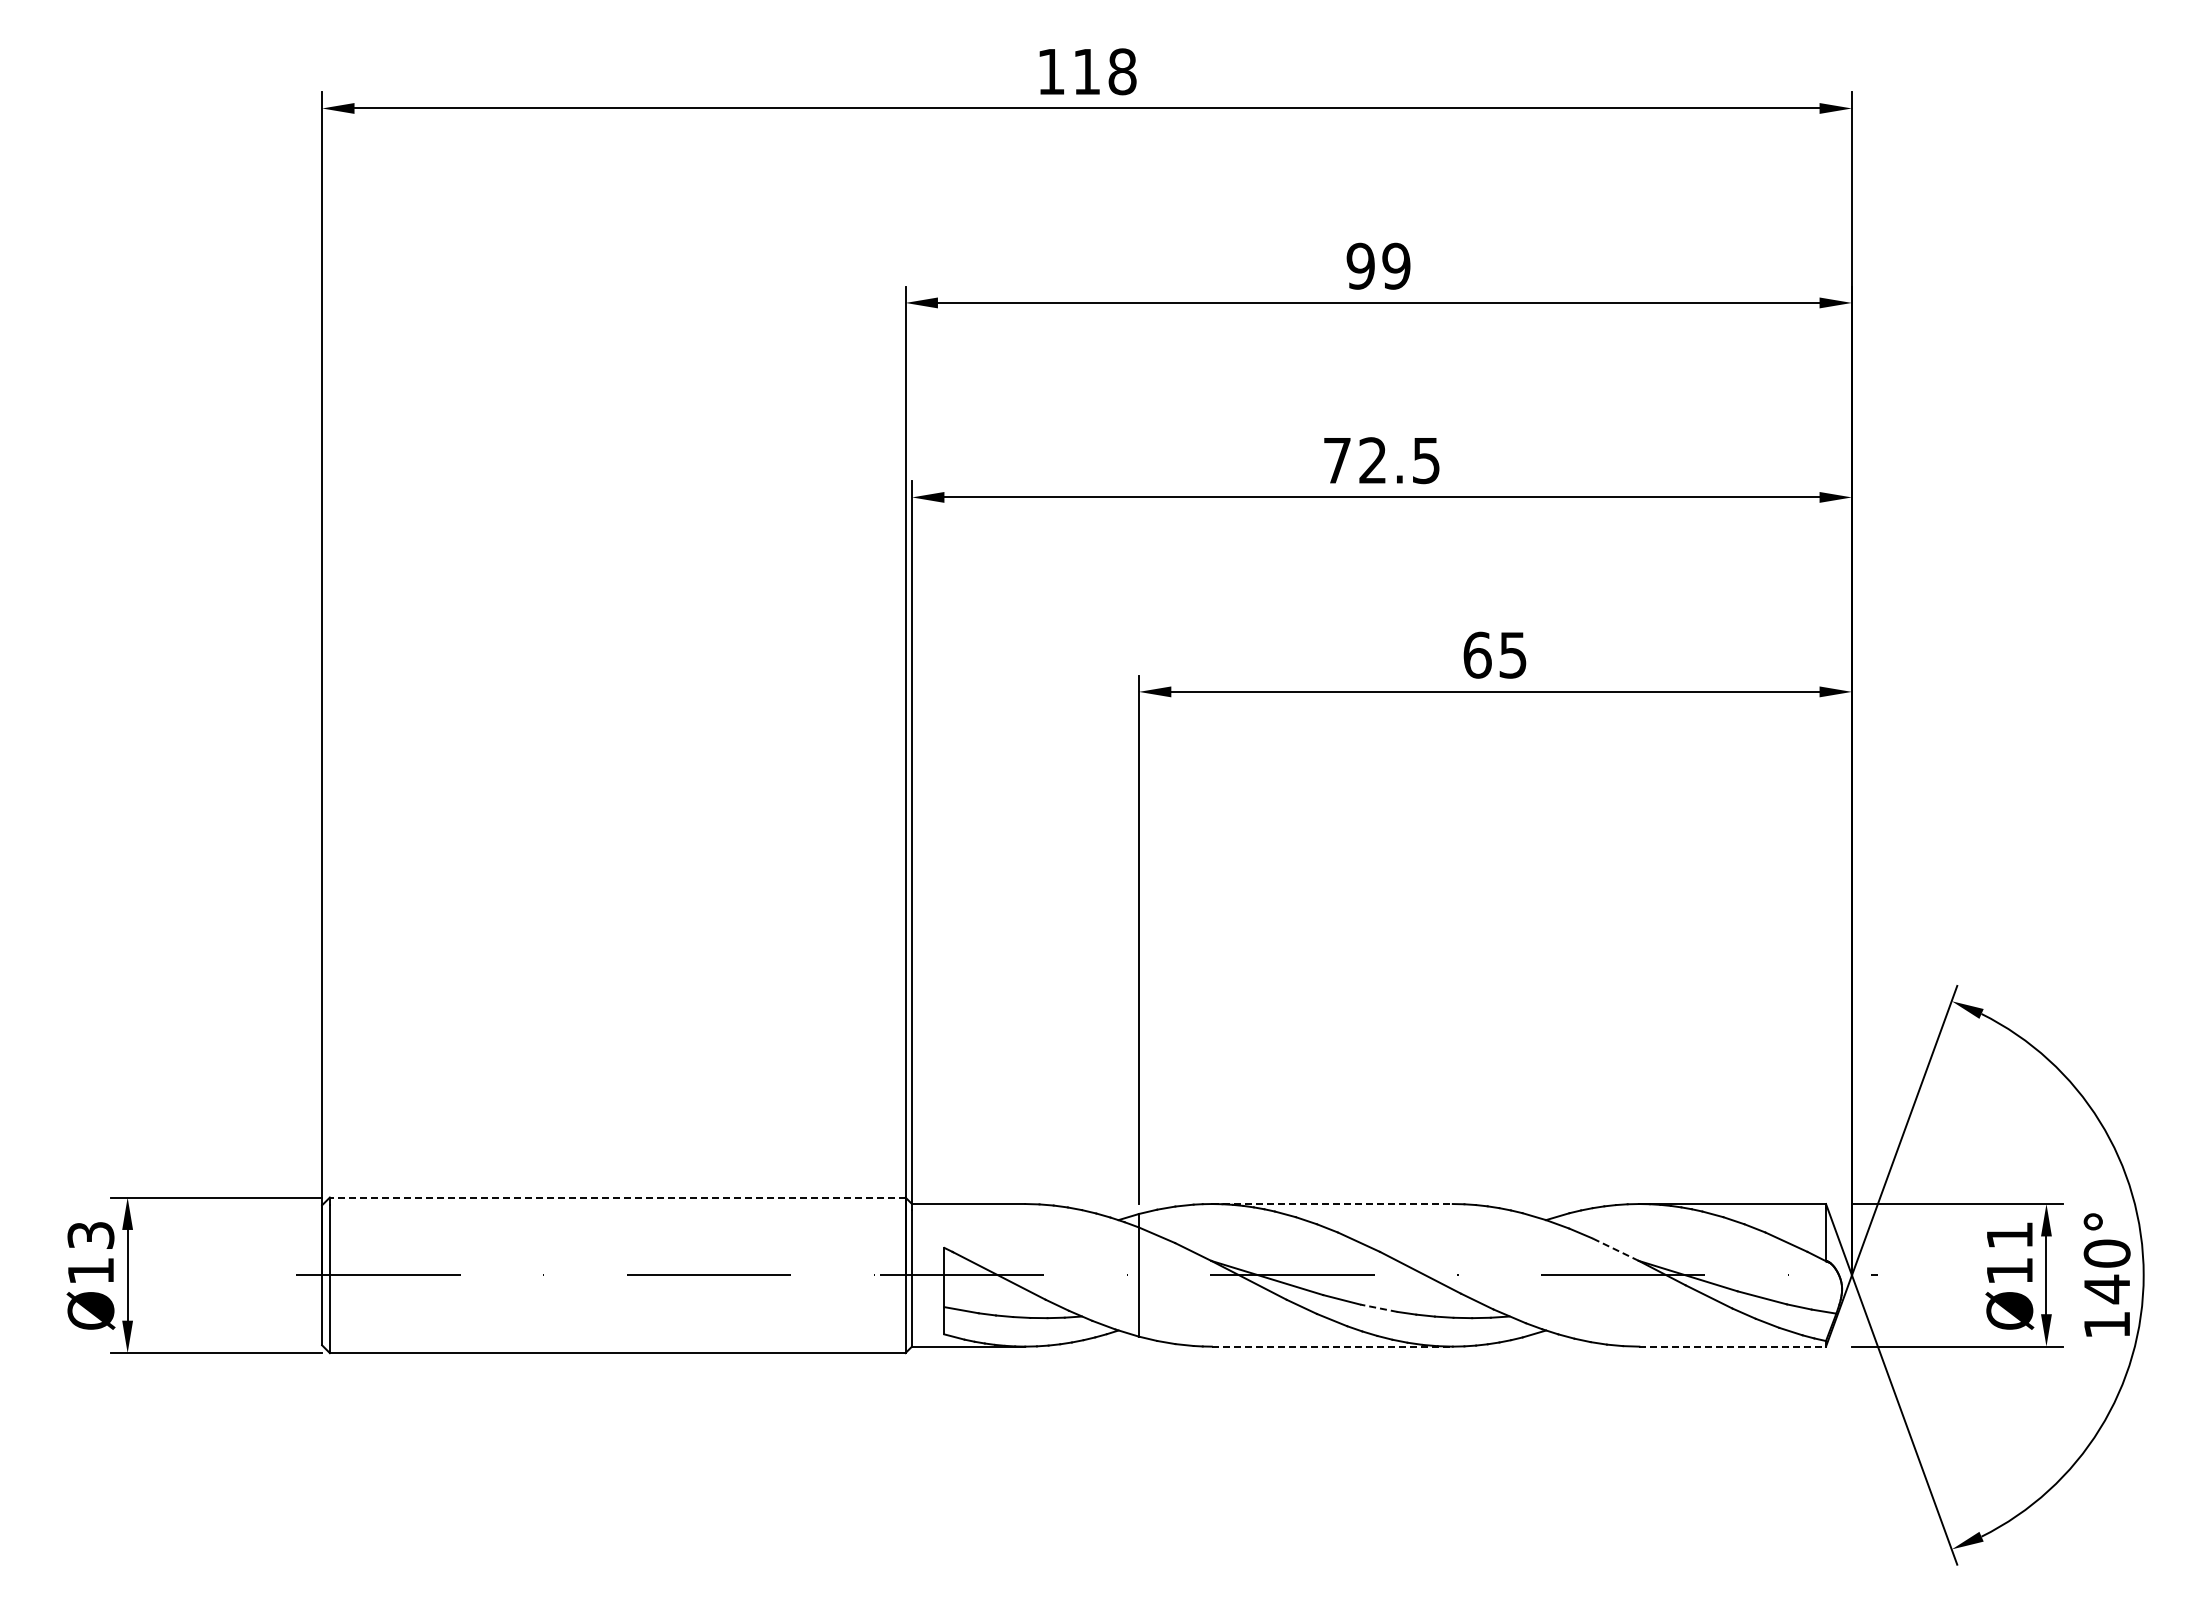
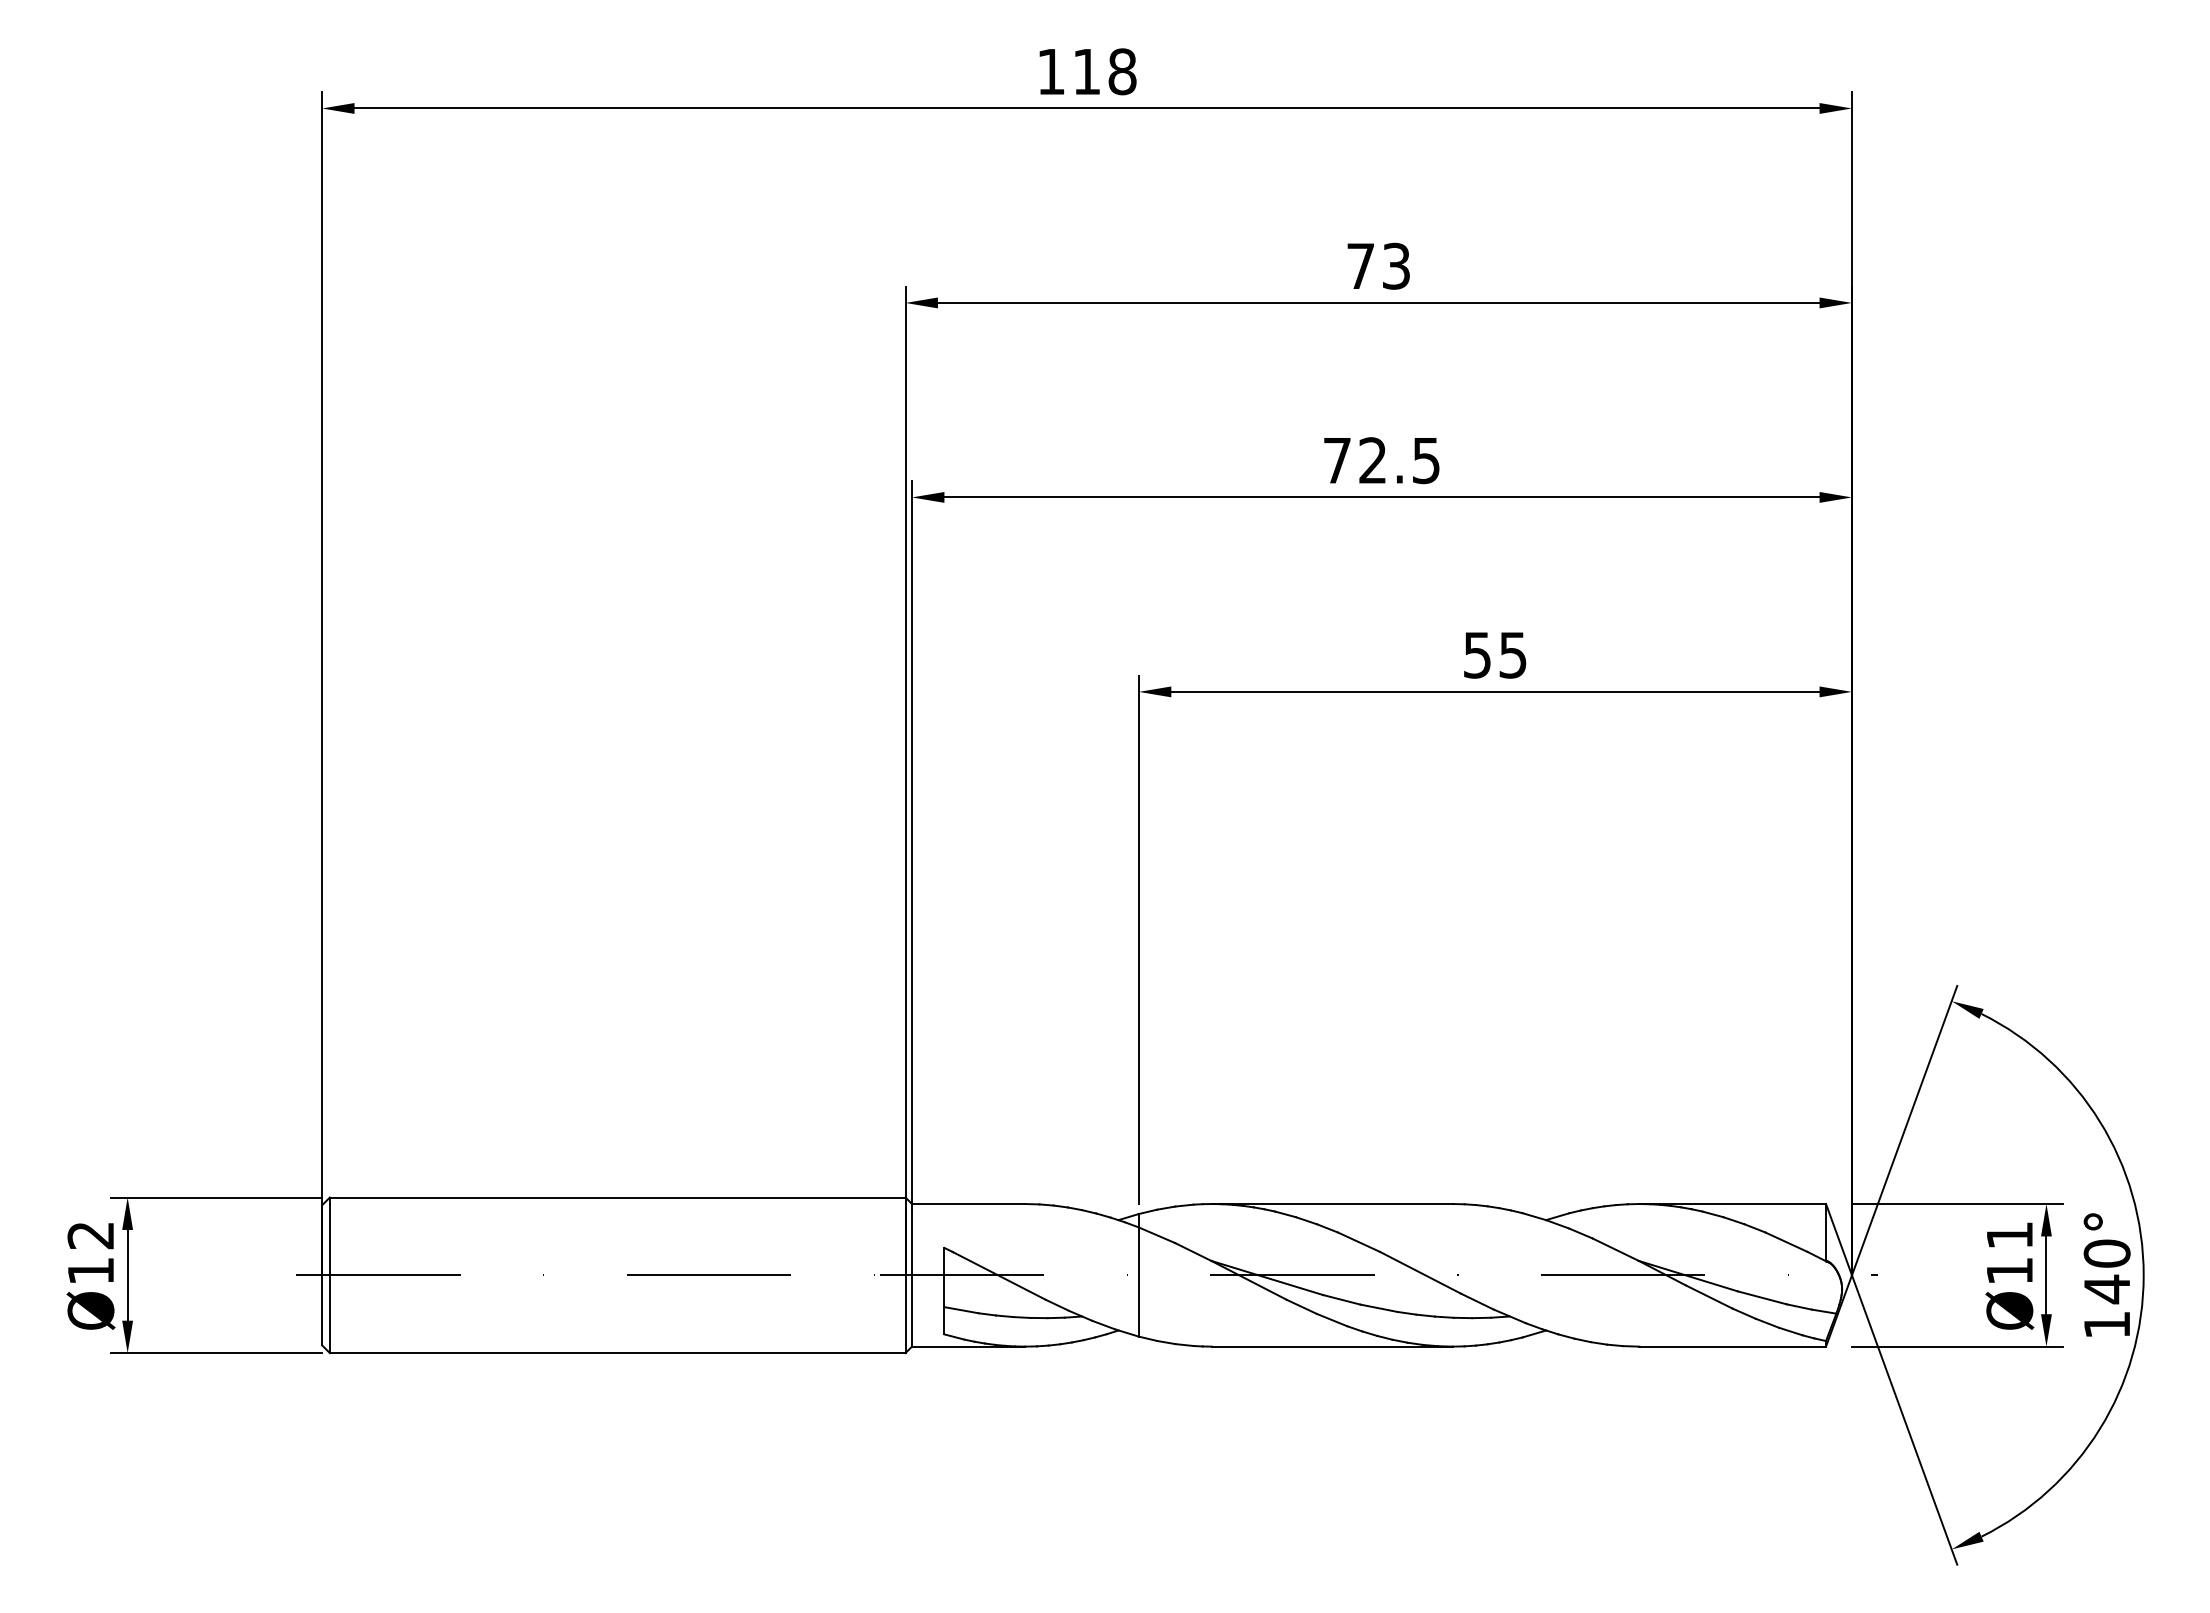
text at (1378, 265): 99 -> 73
text at (1477, 654): 65 -> 55
line at (617, 1197): dashed -> solid
line at (1332, 1204): dashed -> solid
text at (90, 1235): Ø13 -> Ø12
line at (1615, 1249): dashed -> solid
line at (1379, 1308): dashed -> solid
line at (1332, 1346): dashed -> solid
line at (1733, 1346): dashed -> solid
